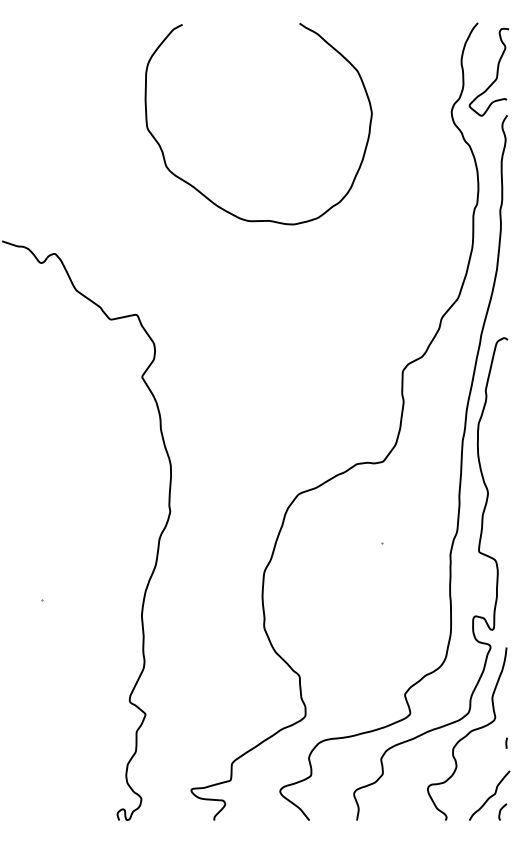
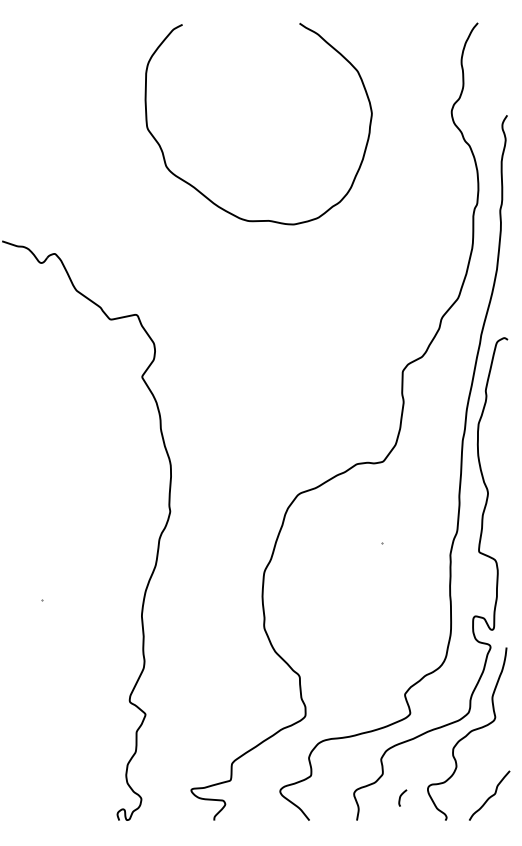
curve at (496, 71): present -> none
line at (506, 742): present -> none
curve at (501, 810) position: (501, 810) -> (401, 796)
